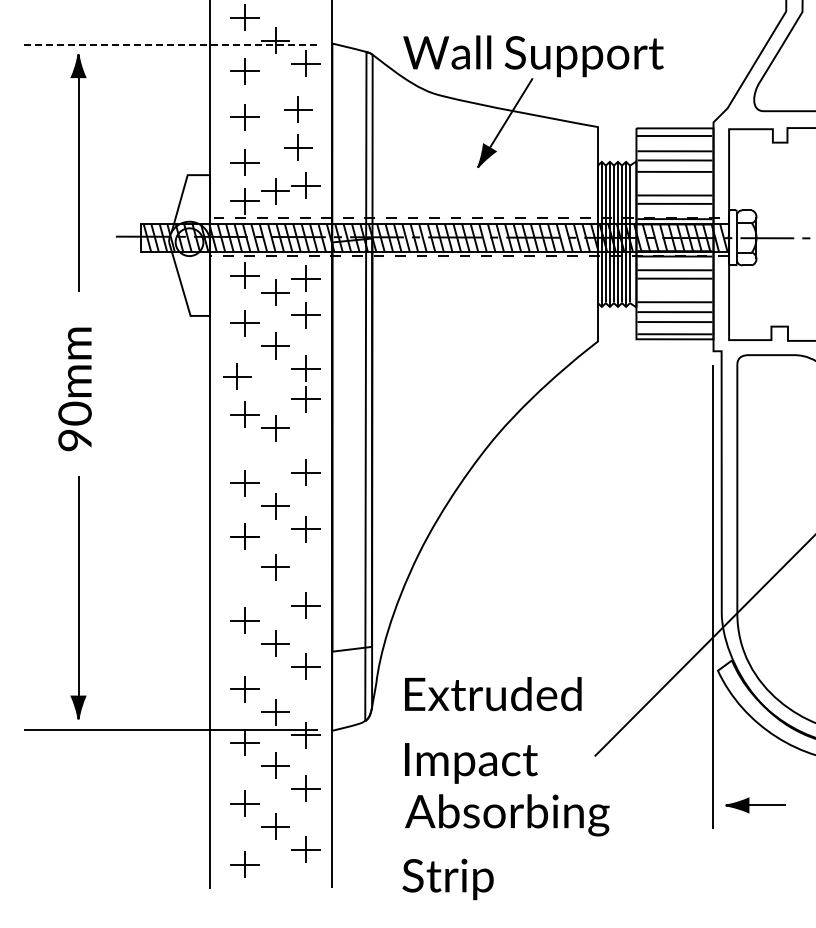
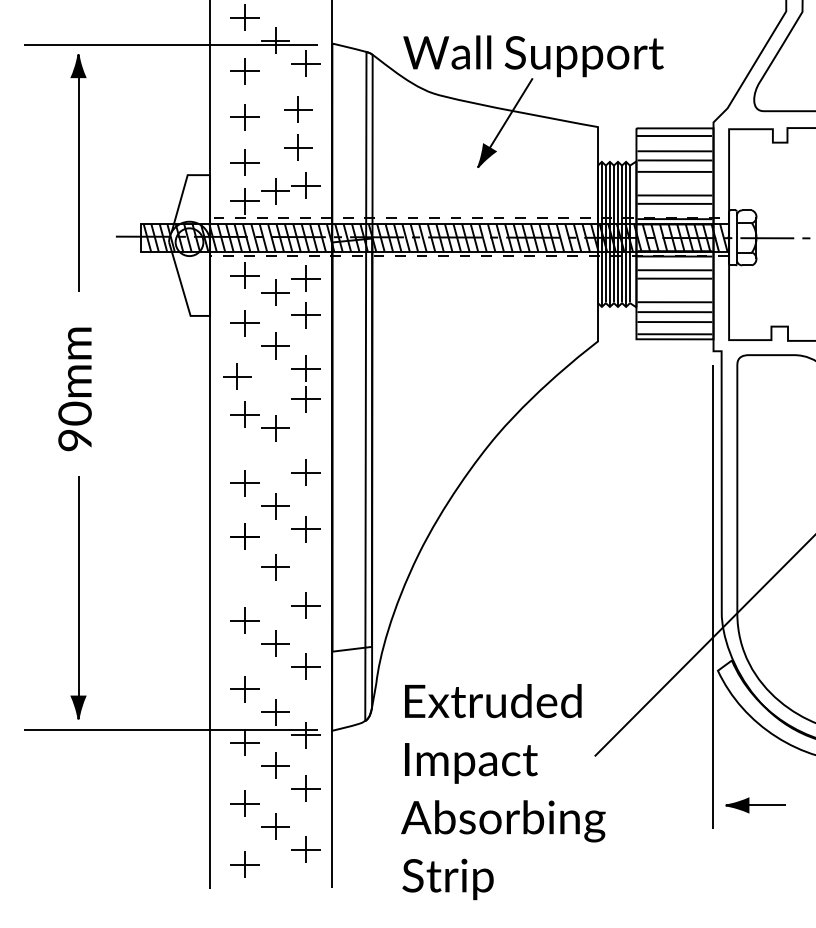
line at (171, 44): dashed -> solid
text at (493, 694) position: (493, 694) -> (493, 701)
text at (507, 815) position: (507, 815) -> (503, 821)
